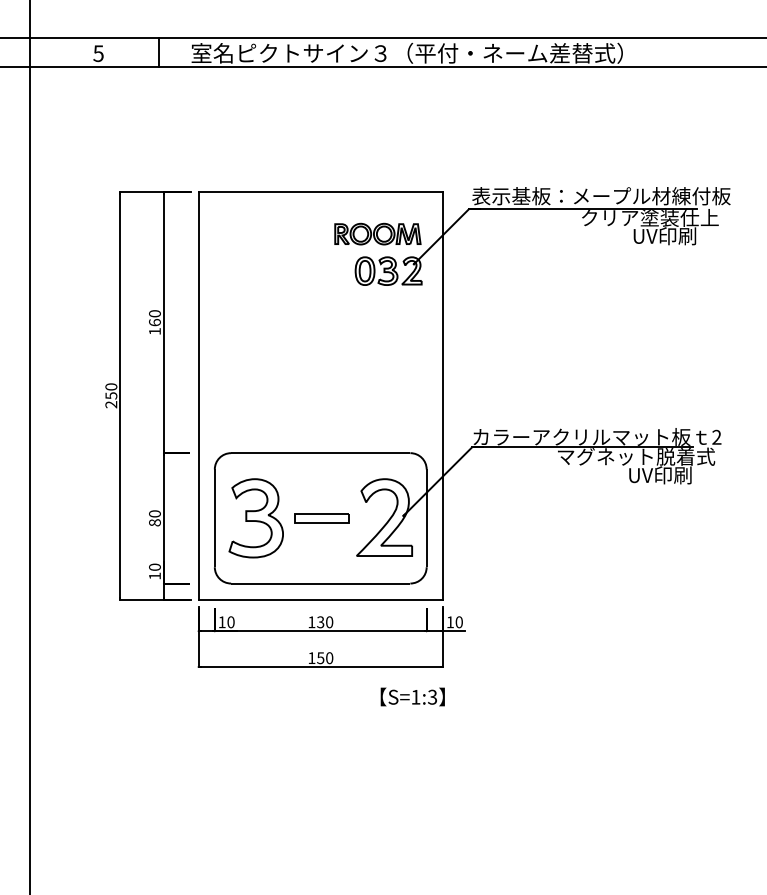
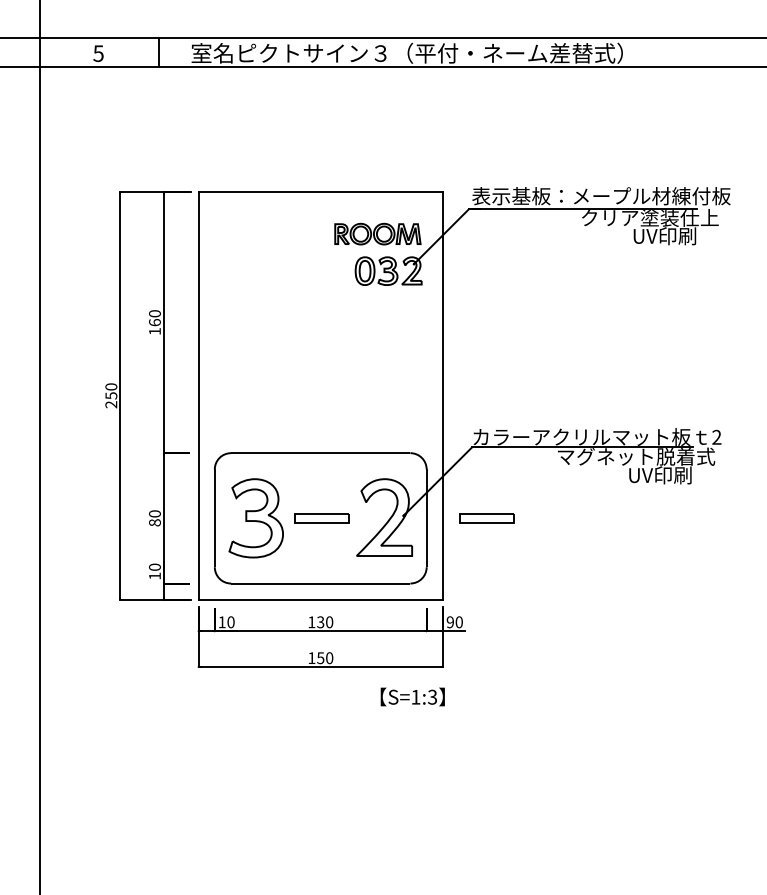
line at (30, 446) position: (30, 446) -> (40, 446)
part at (486, 518): none -> present
text at (449, 622): 10 -> 90
